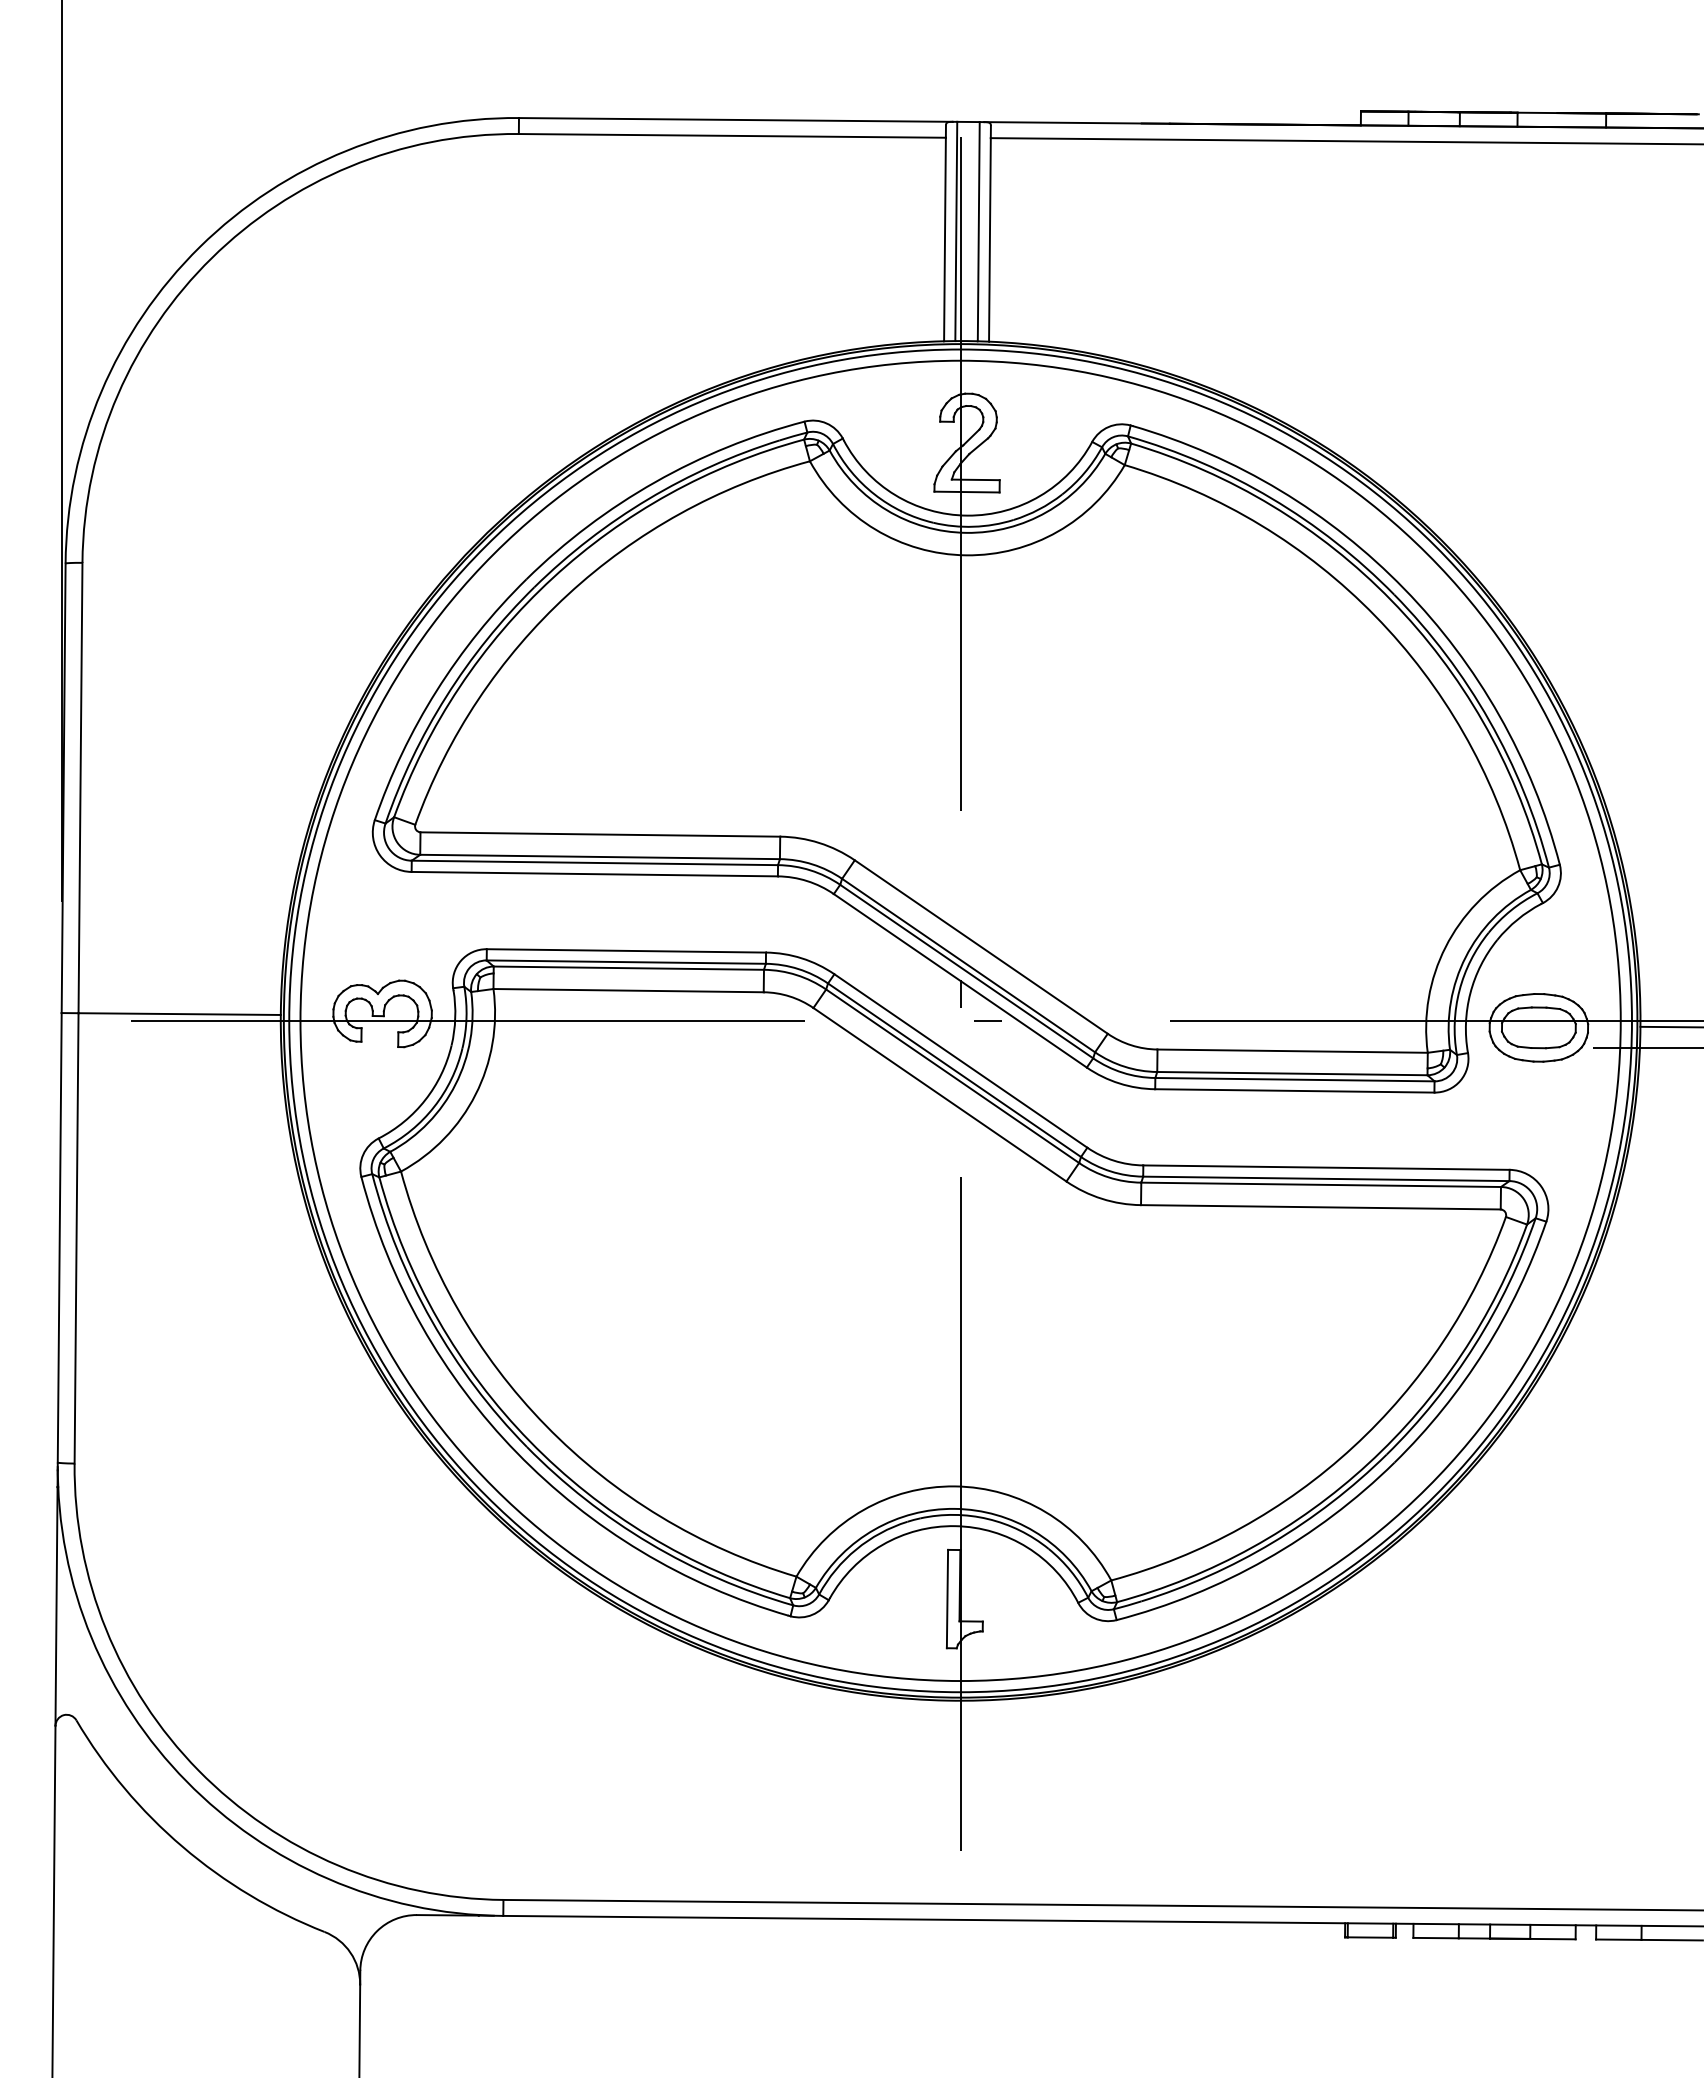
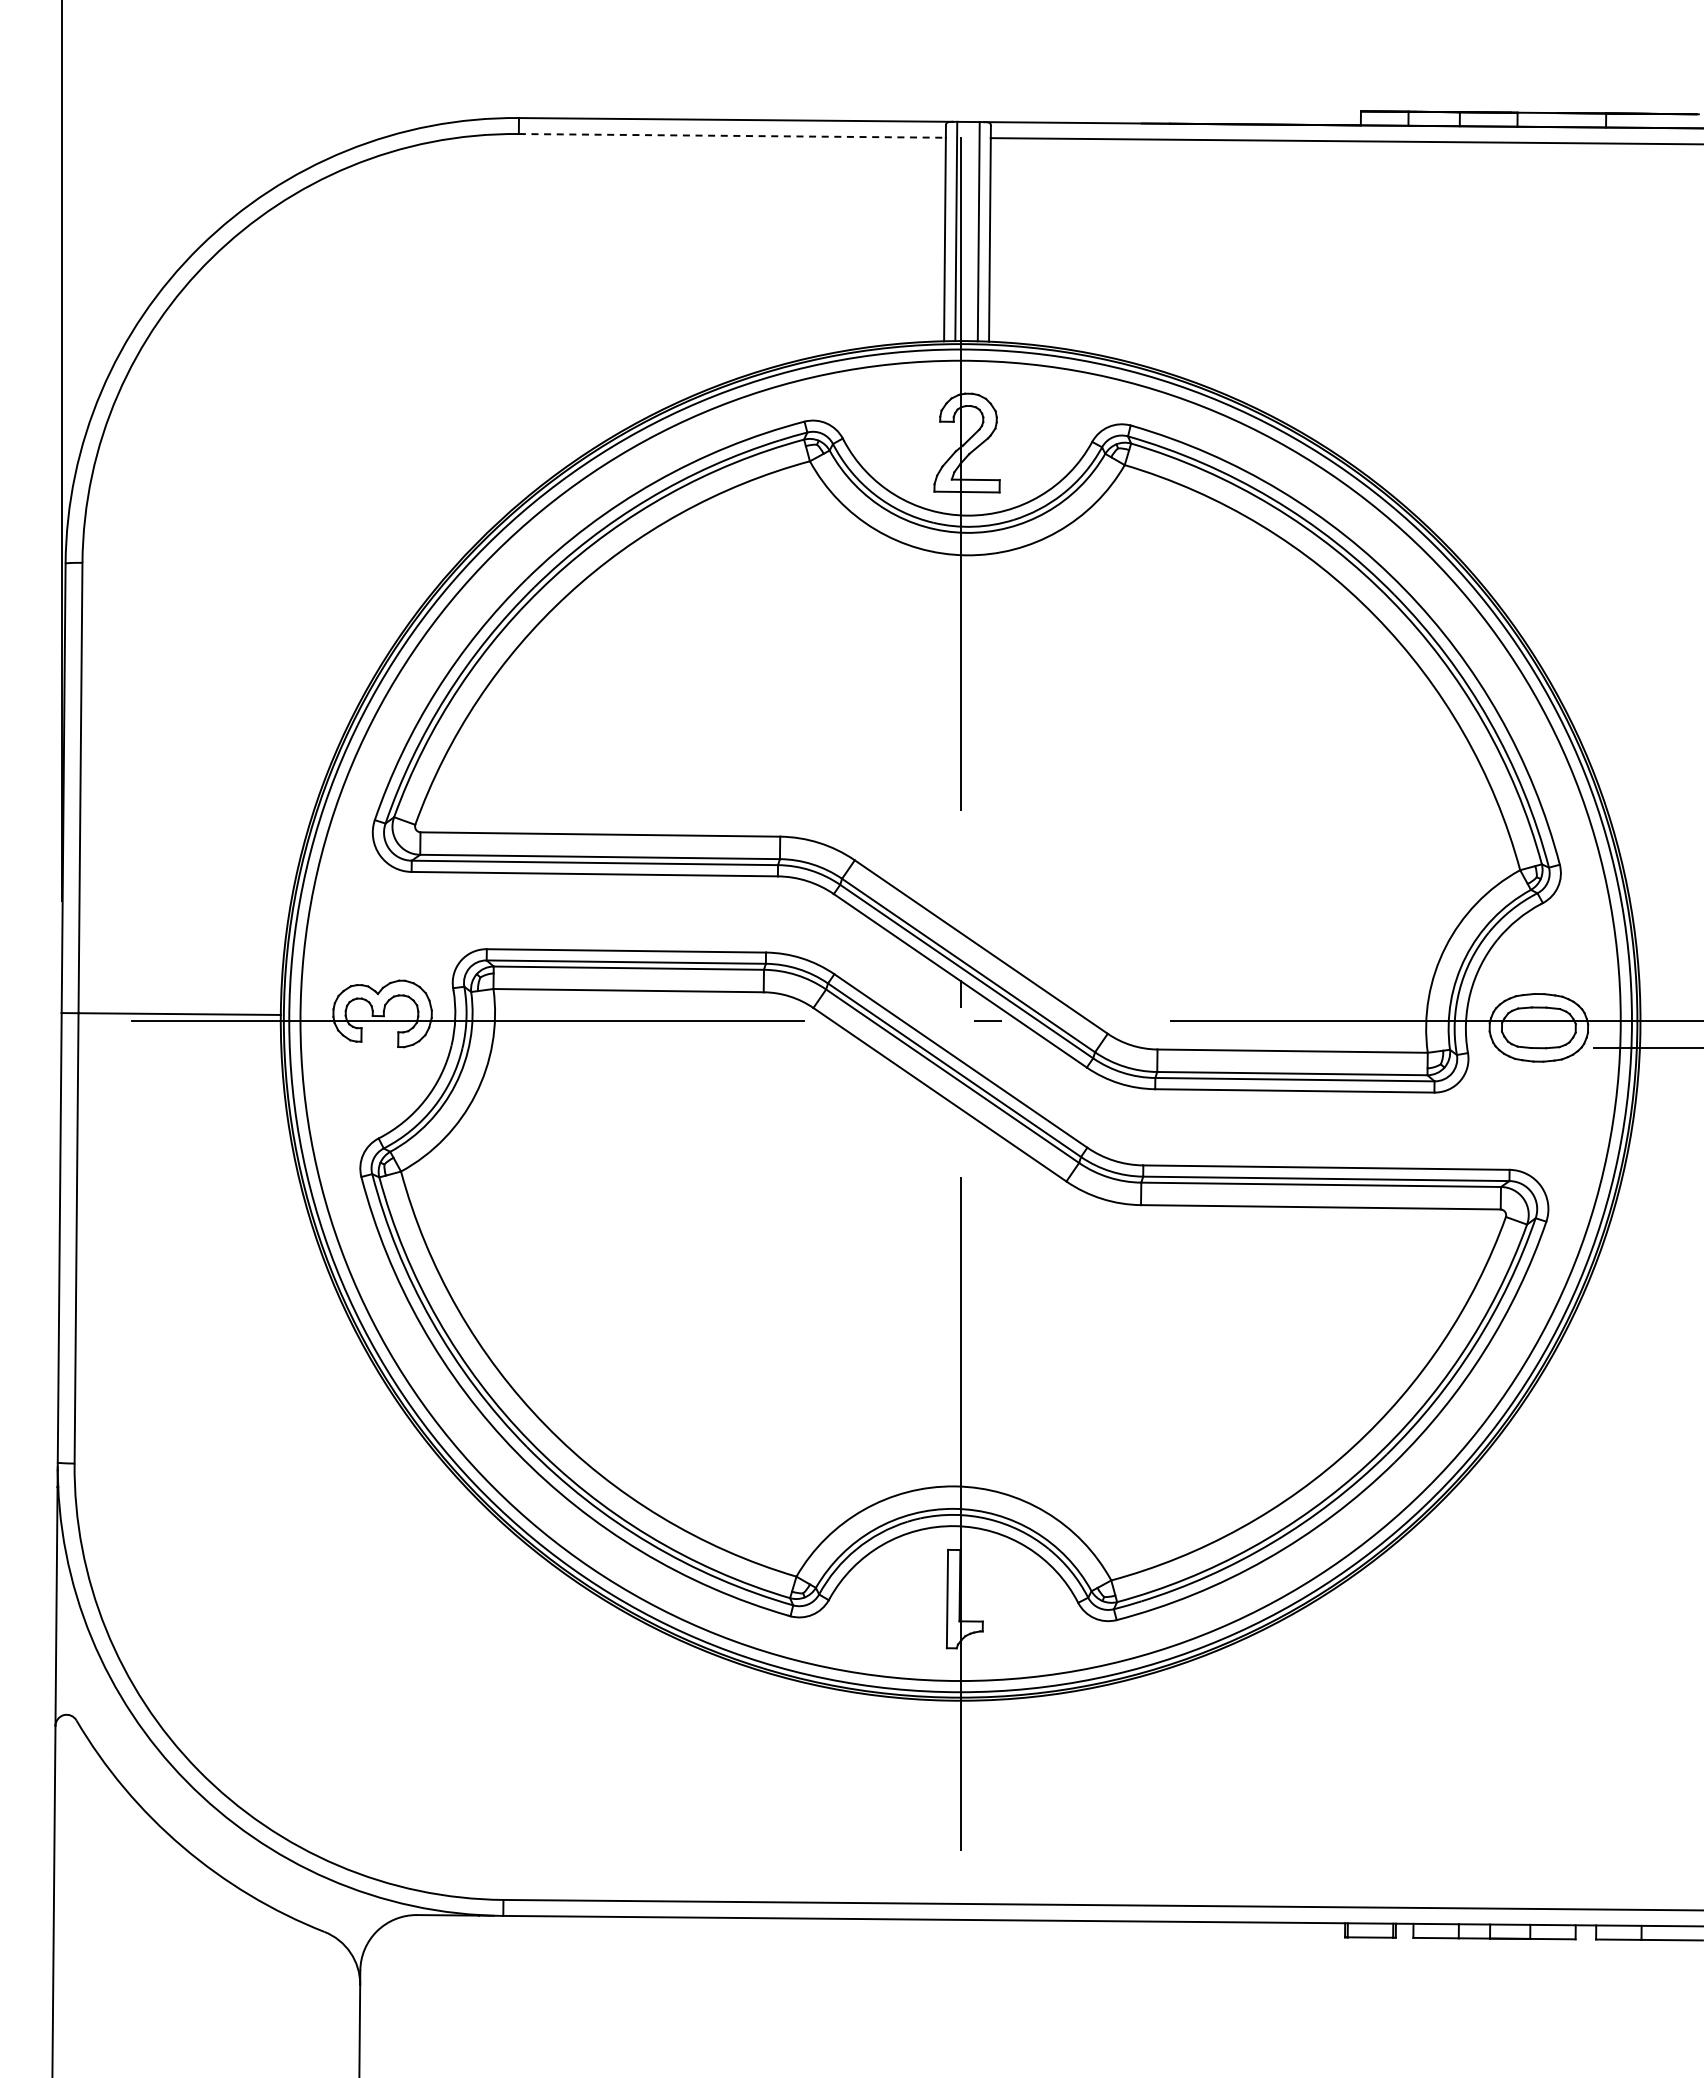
line at (732, 135): solid -> dashed
line at (1670, 1026): present -> none
